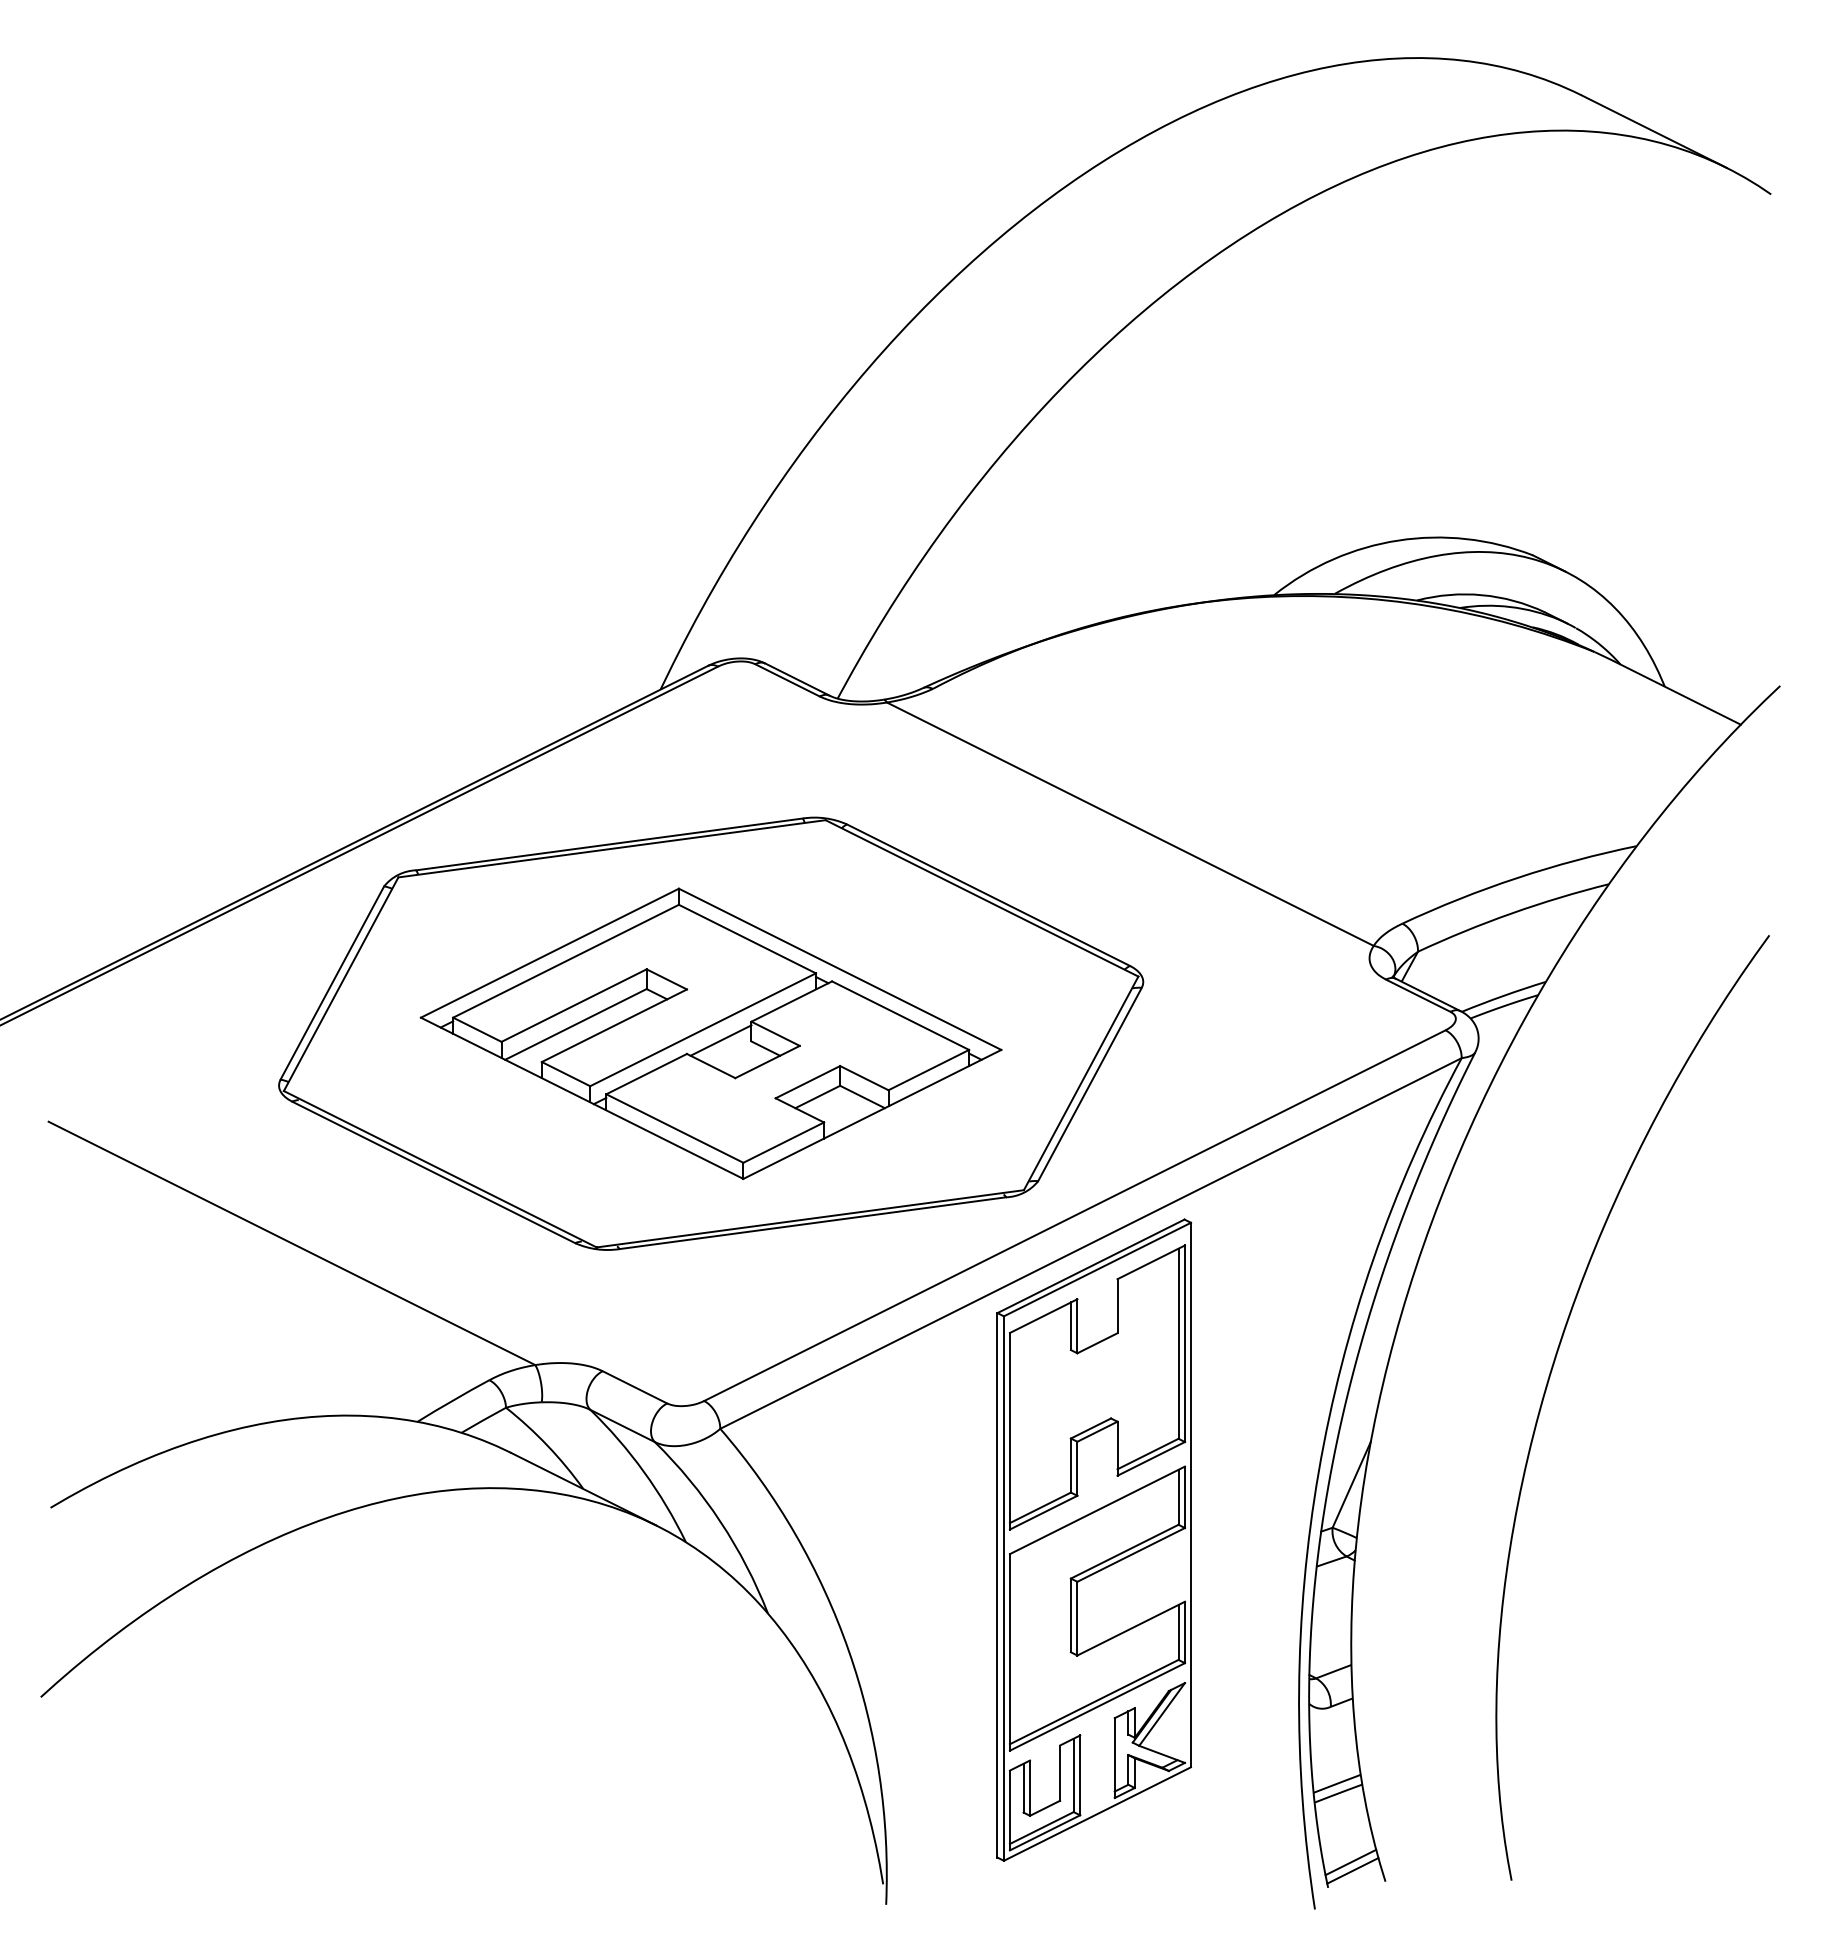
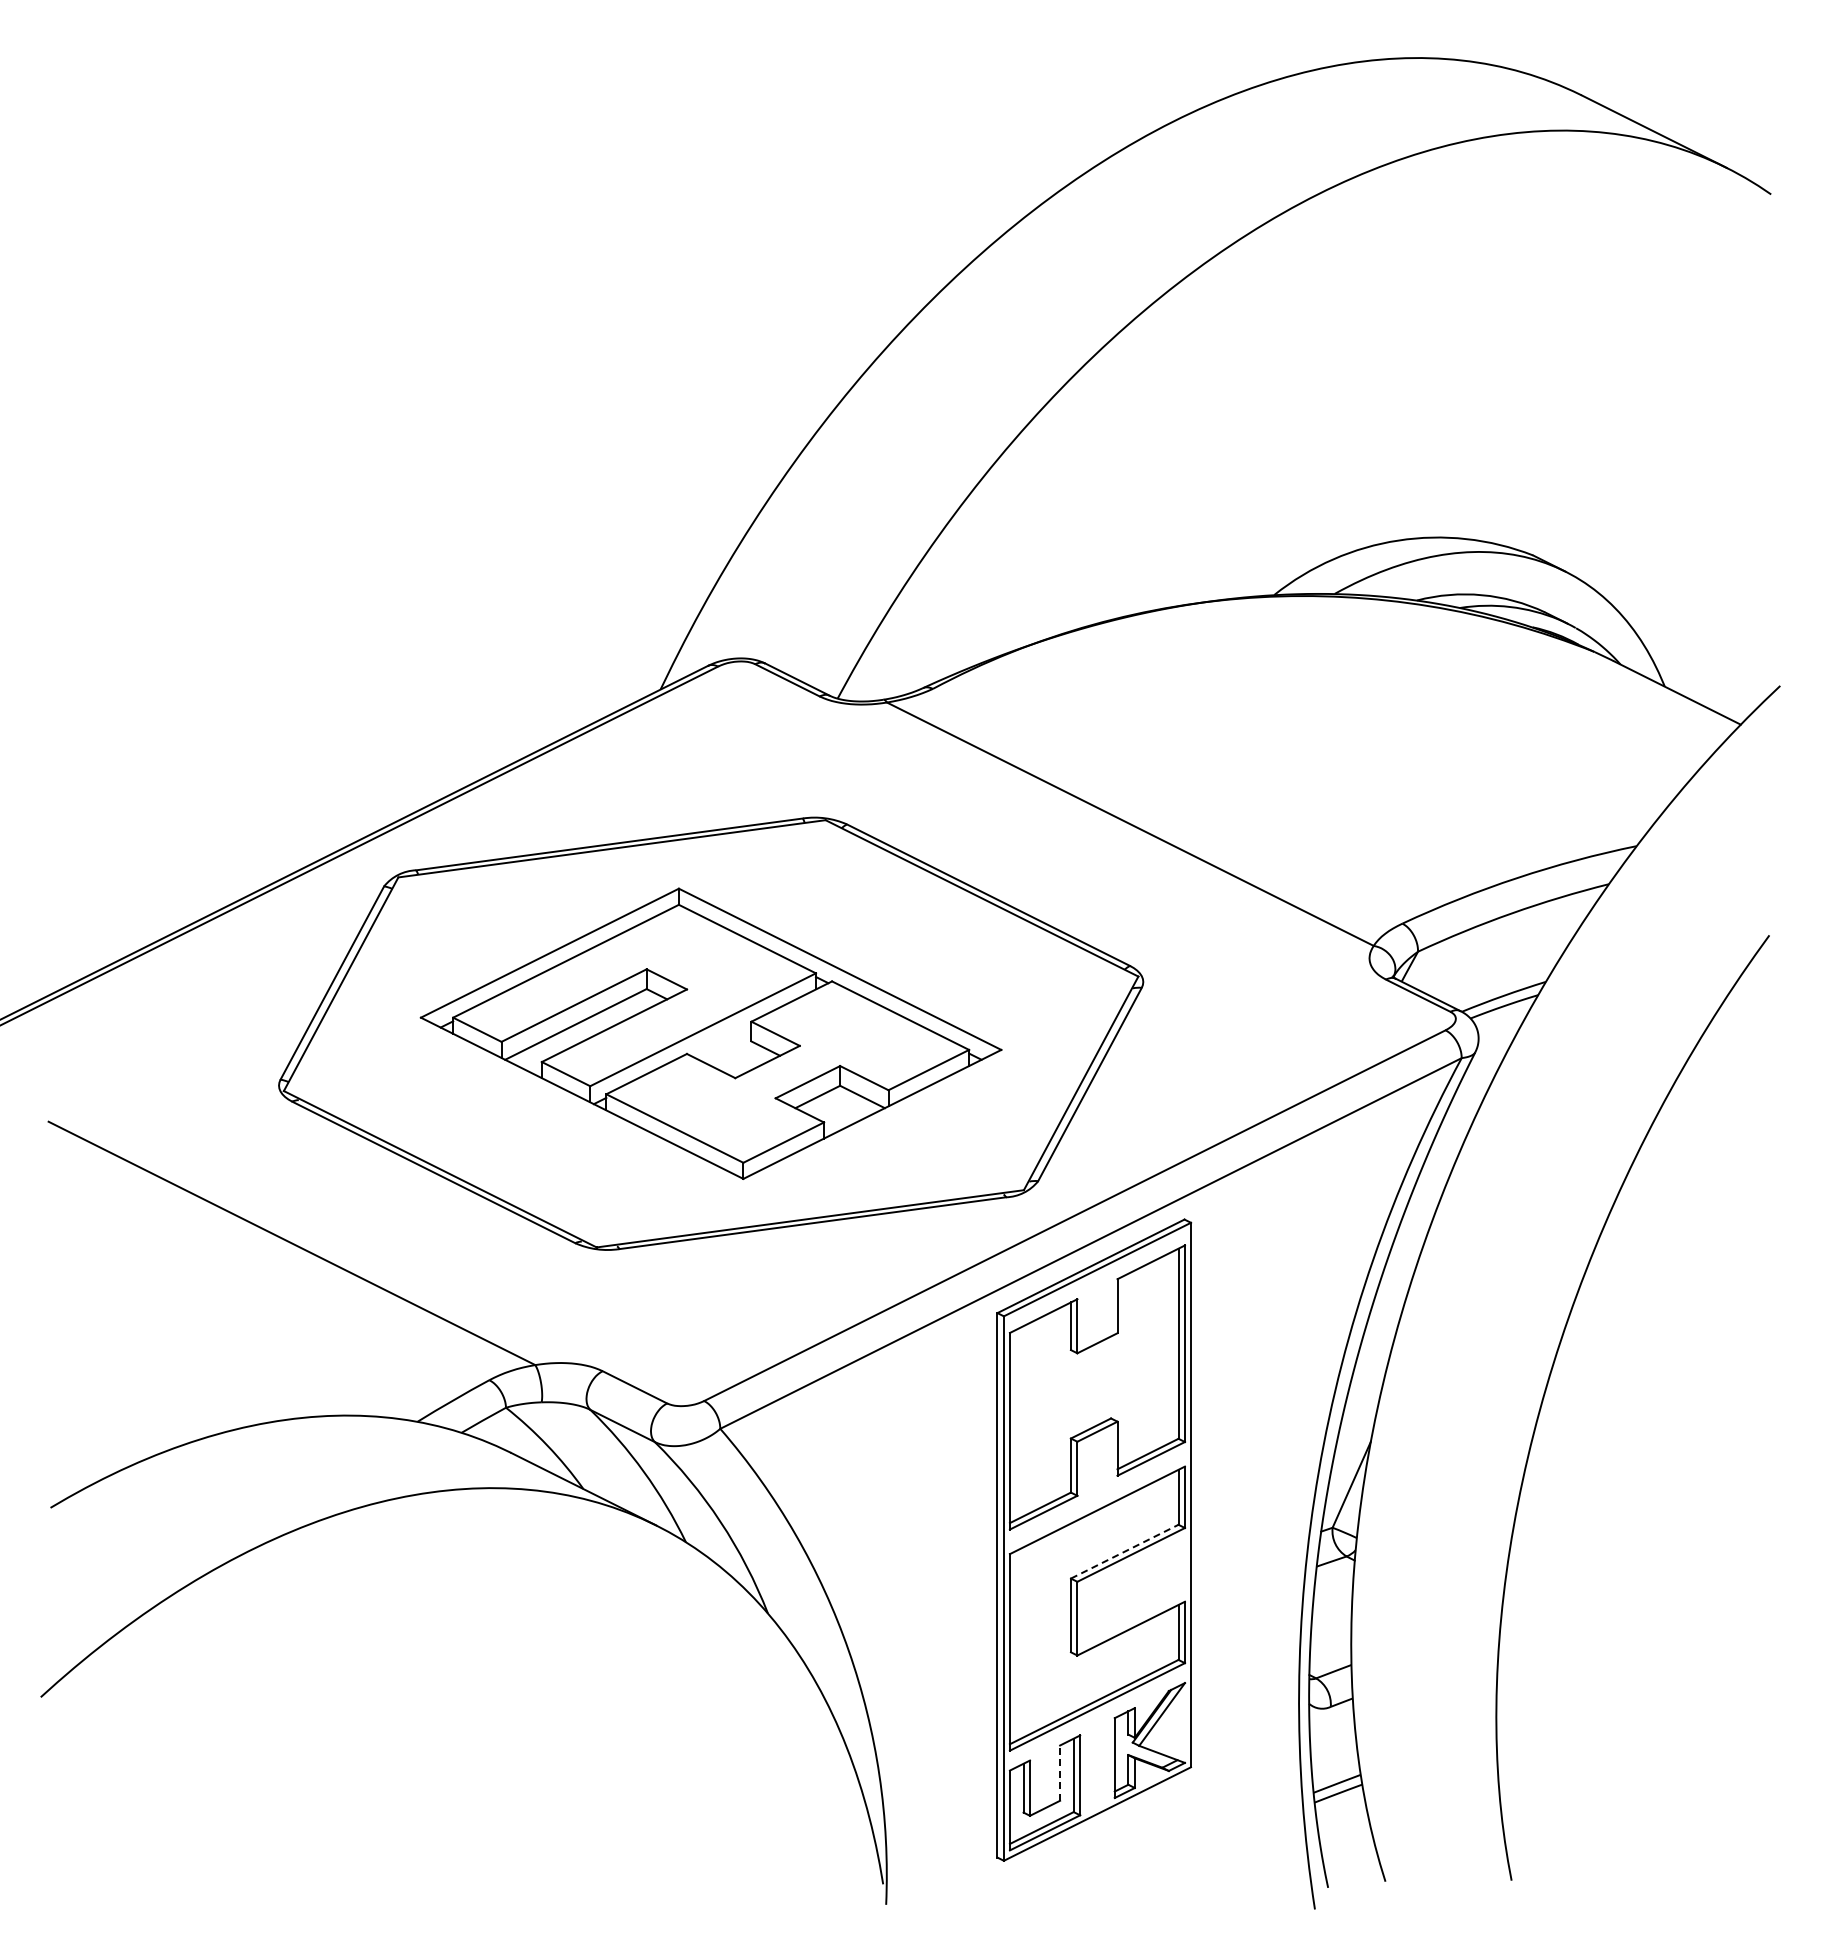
line at (720, 1040): present -> none
line at (1125, 1551): solid -> dashed
line at (1060, 1773): solid -> dashed
line at (1350, 1862): present -> none
line at (1352, 1870): present -> none
